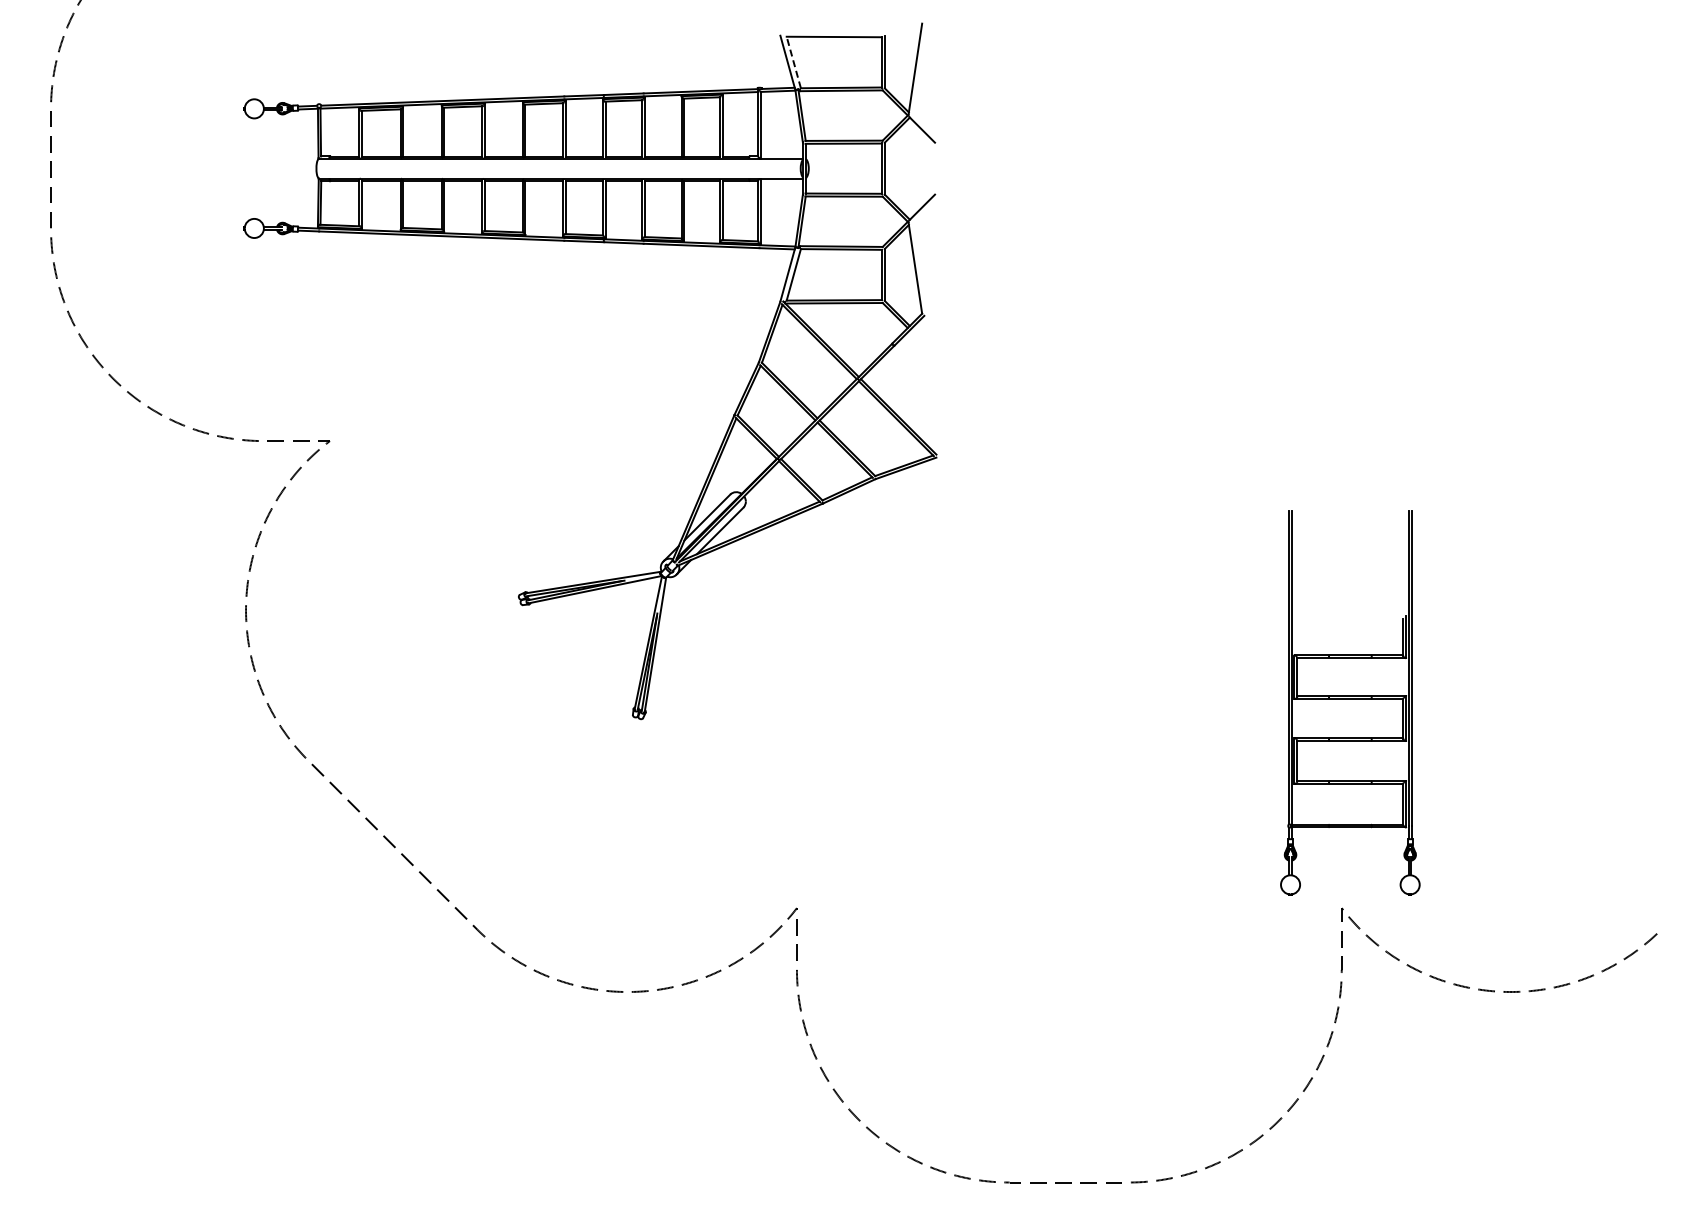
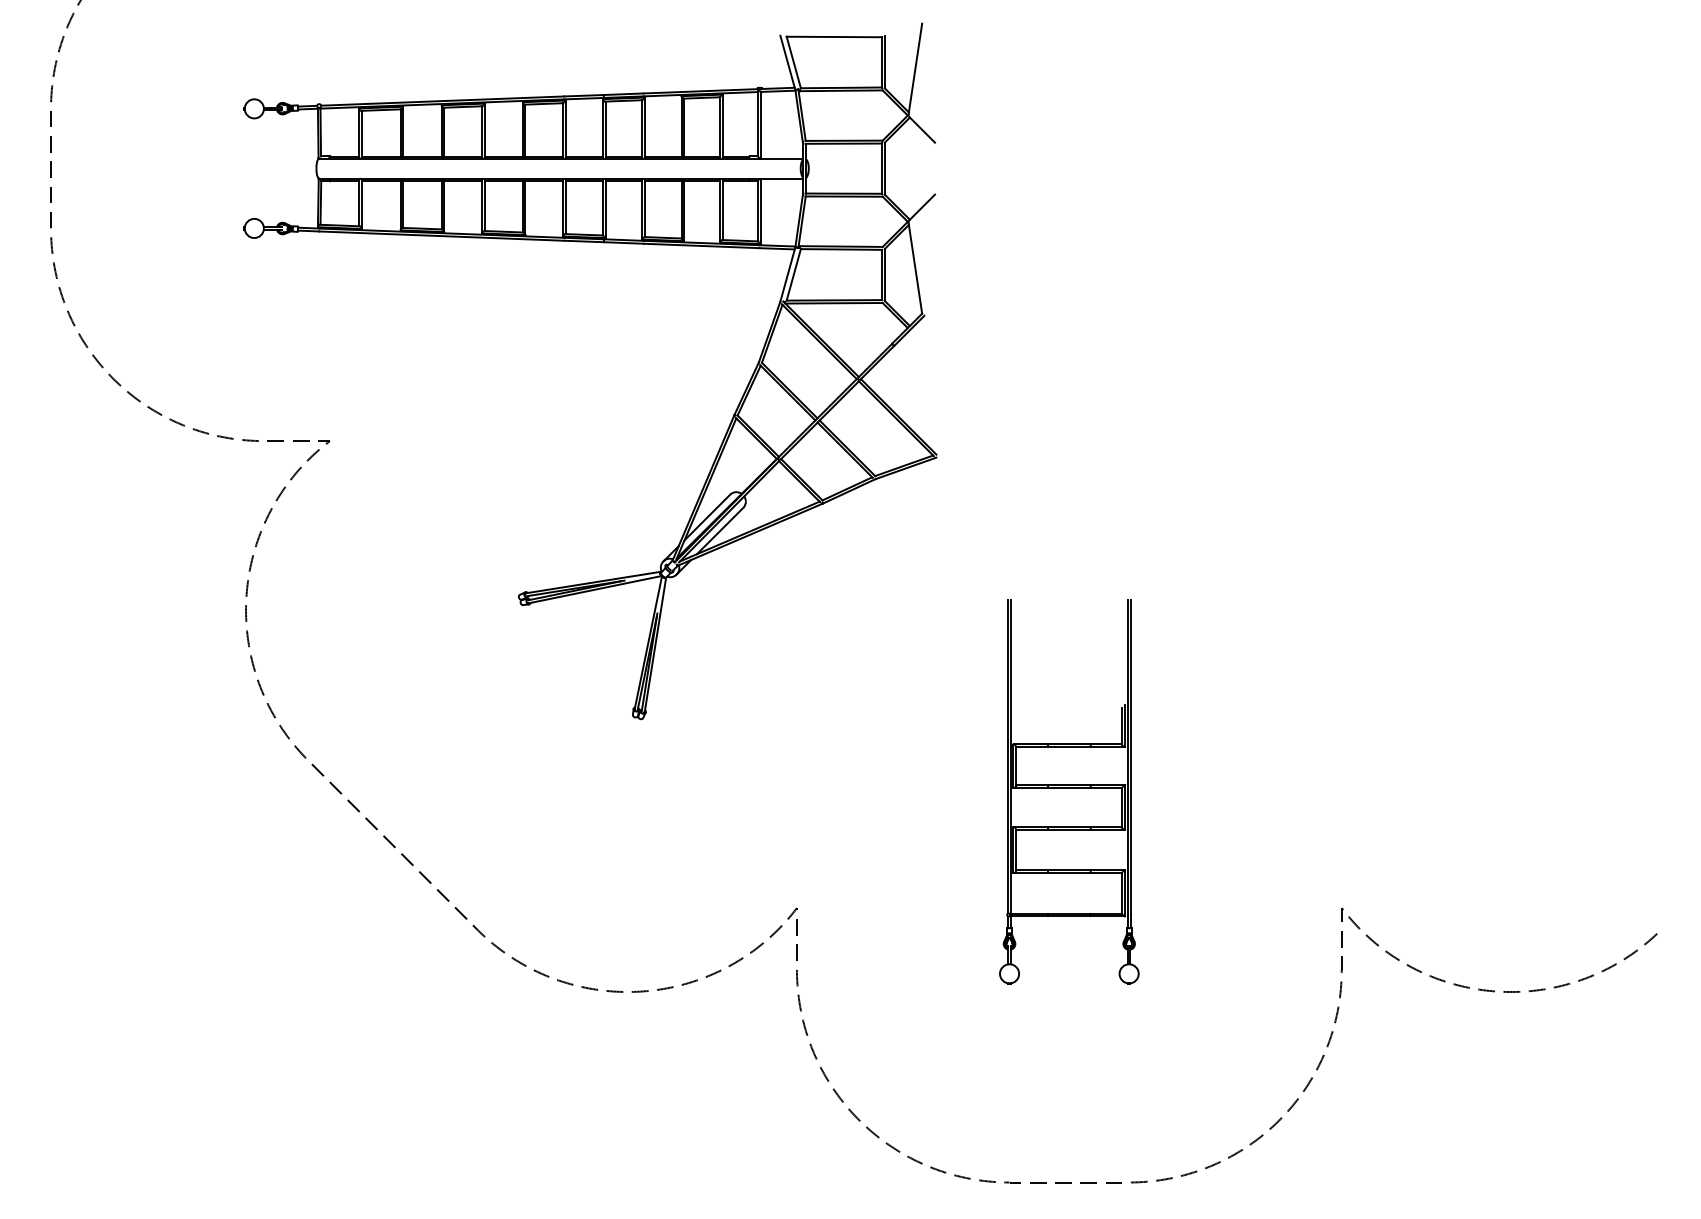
line at (793, 62): dashed -> solid
part at (1350, 702) position: (1350, 702) -> (1069, 791)
